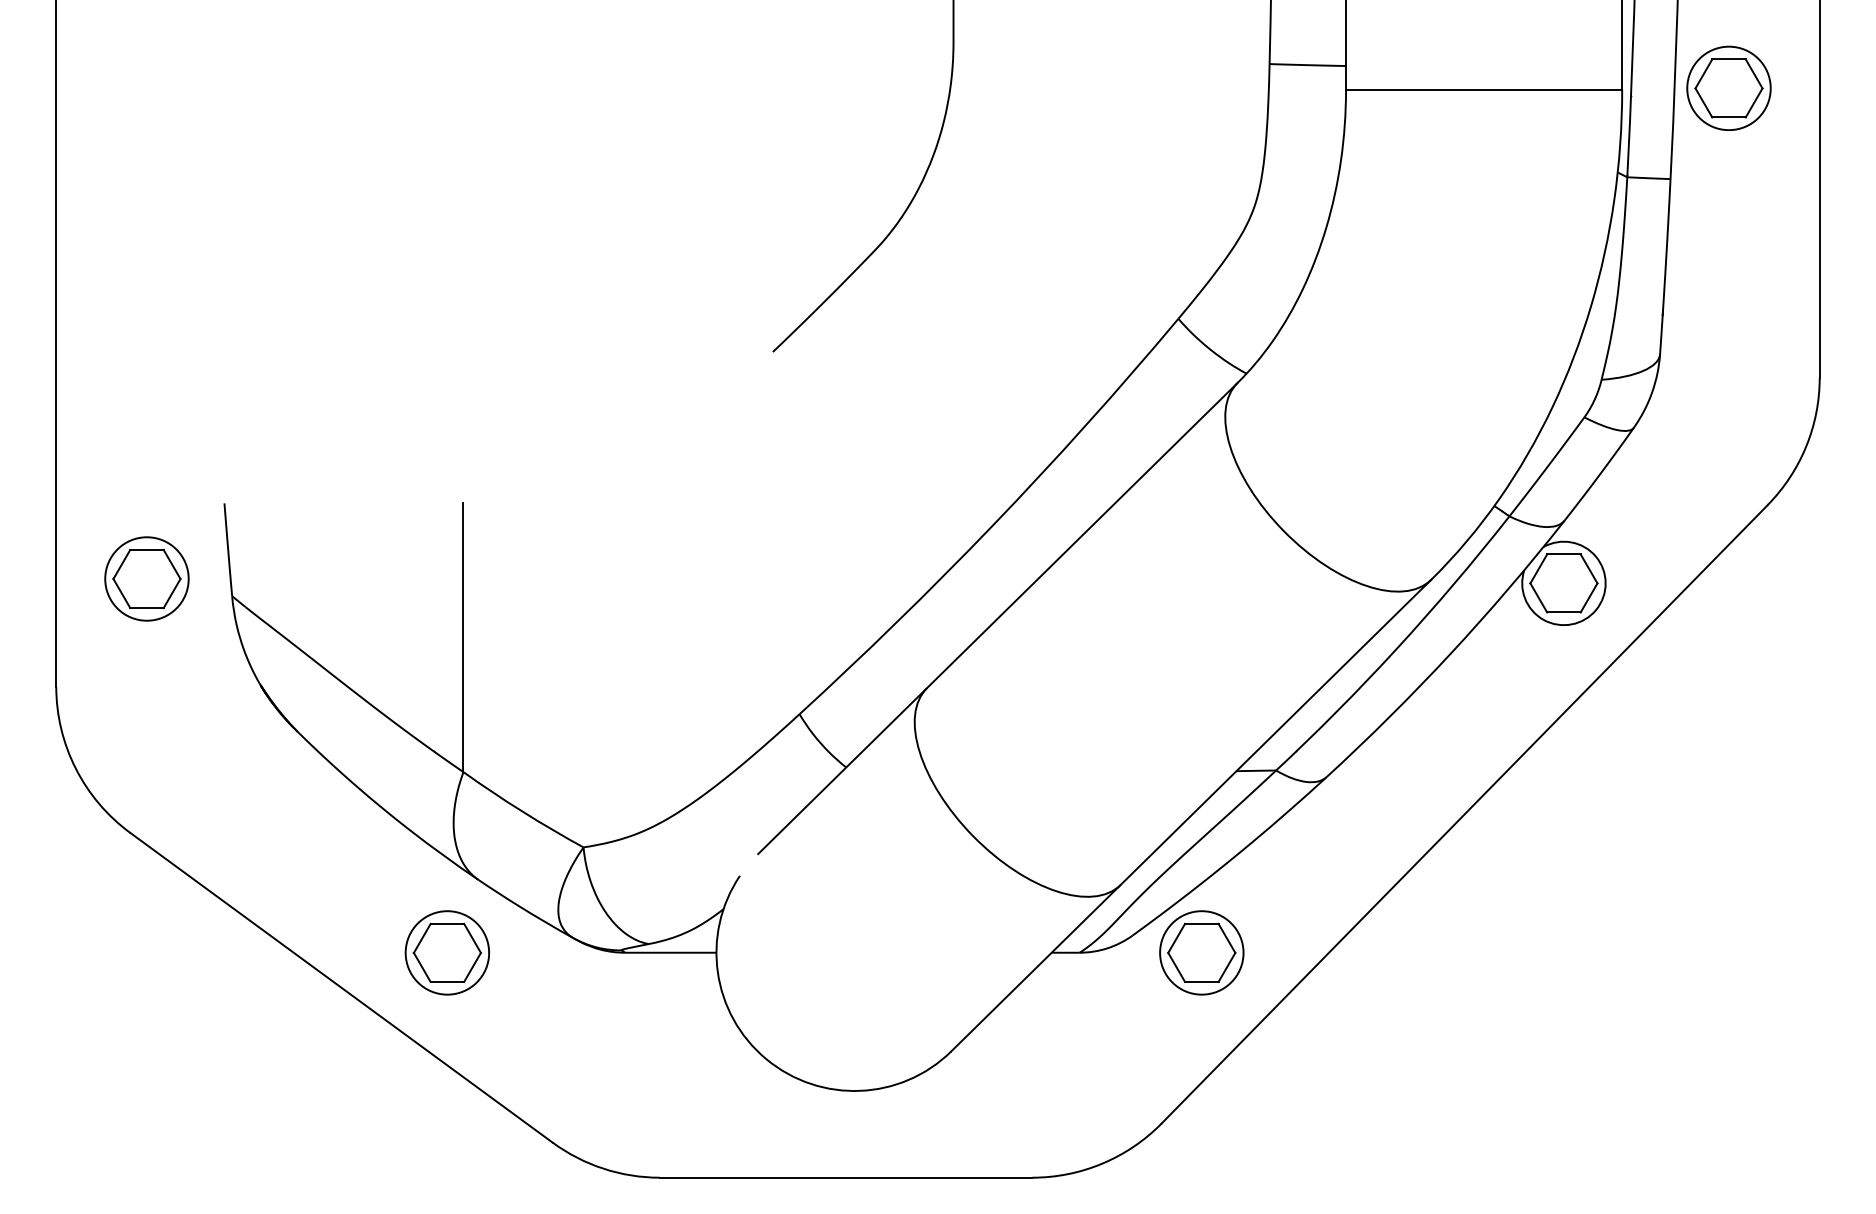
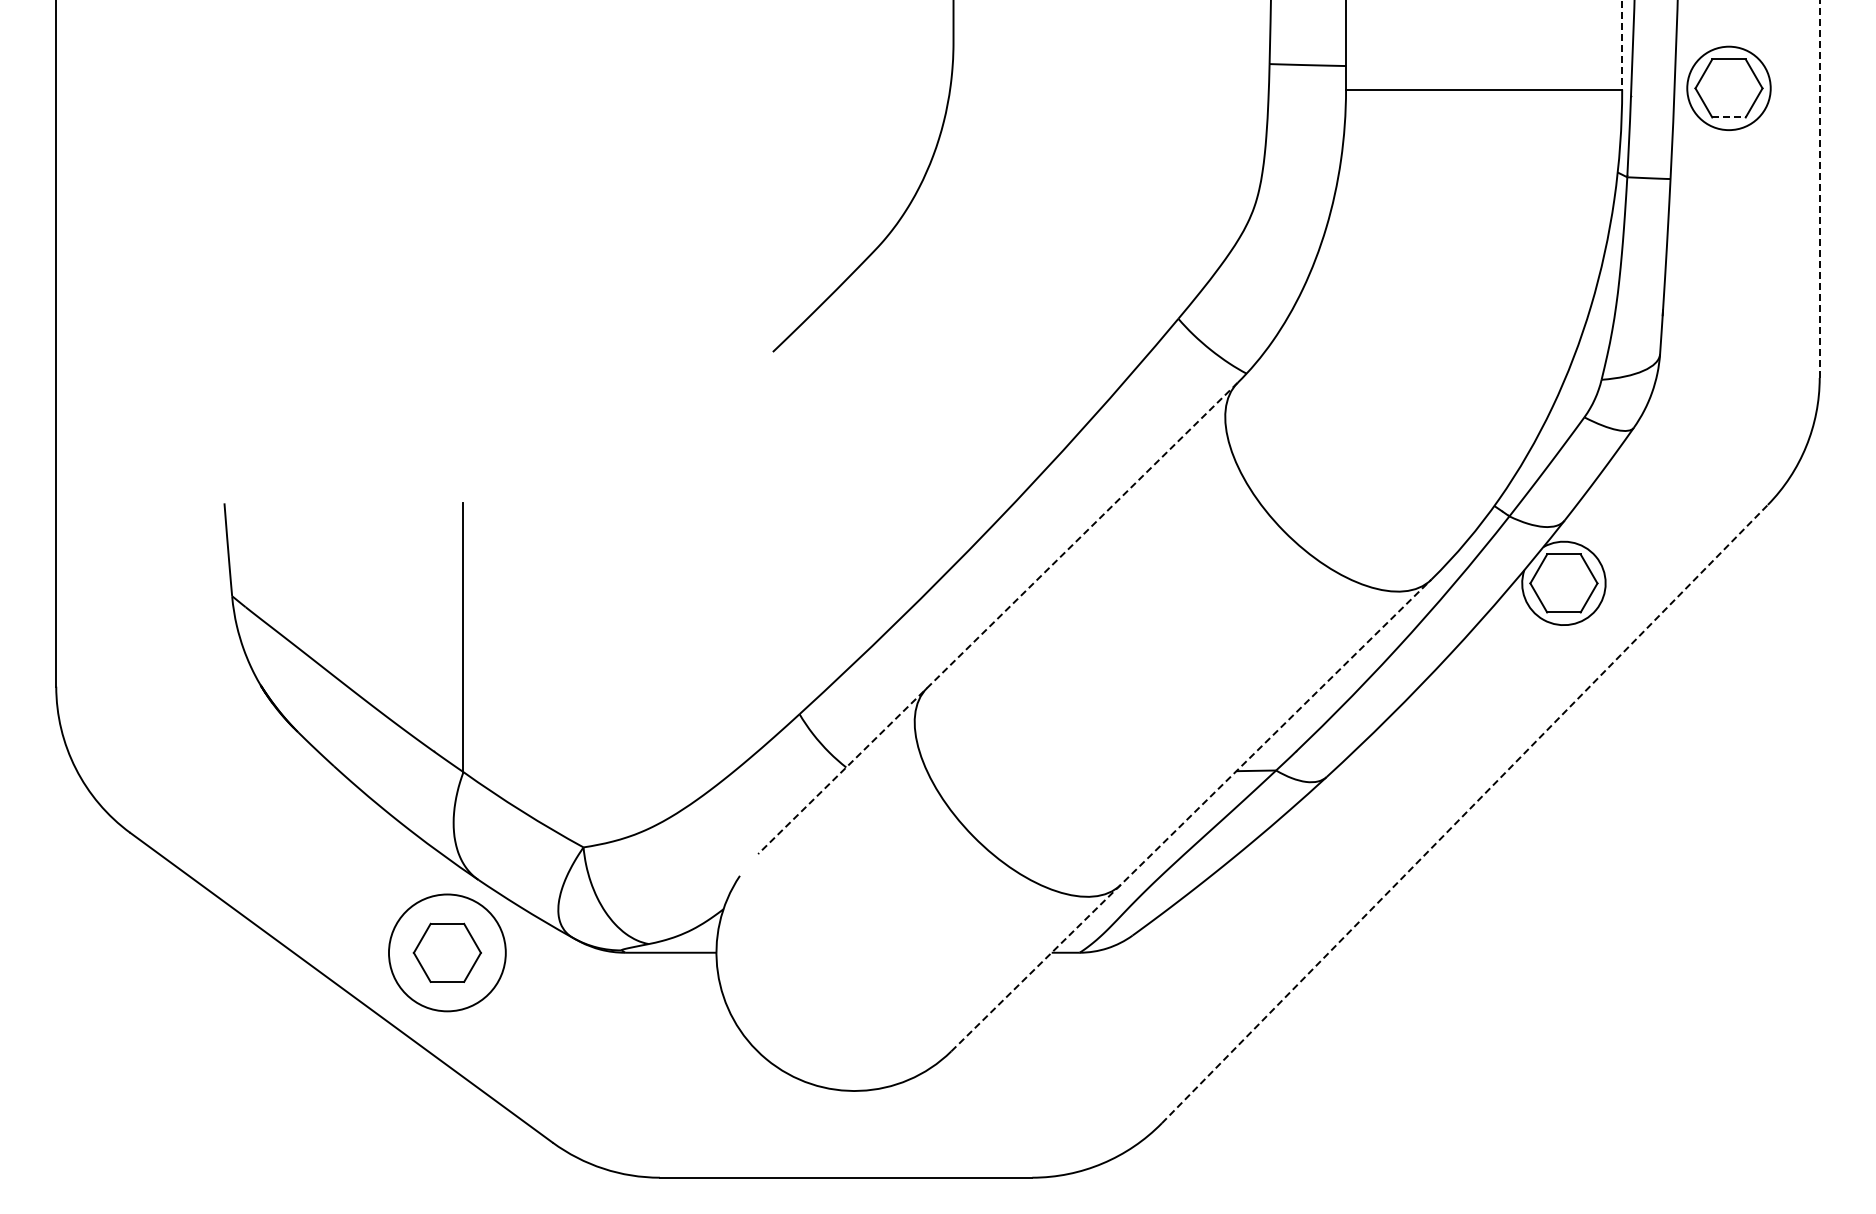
line at (1622, 45): solid -> dashed
line at (1729, 117): solid -> dashed
line at (1819, 189): solid -> dashed
part at (146, 578): present -> none
line at (997, 618): solid -> dashed
line at (1464, 814): solid -> dashed
line at (1191, 815): solid -> dashed
circle at (447, 952) diameter: 83 px -> 117 px
part at (1201, 952): present -> none
